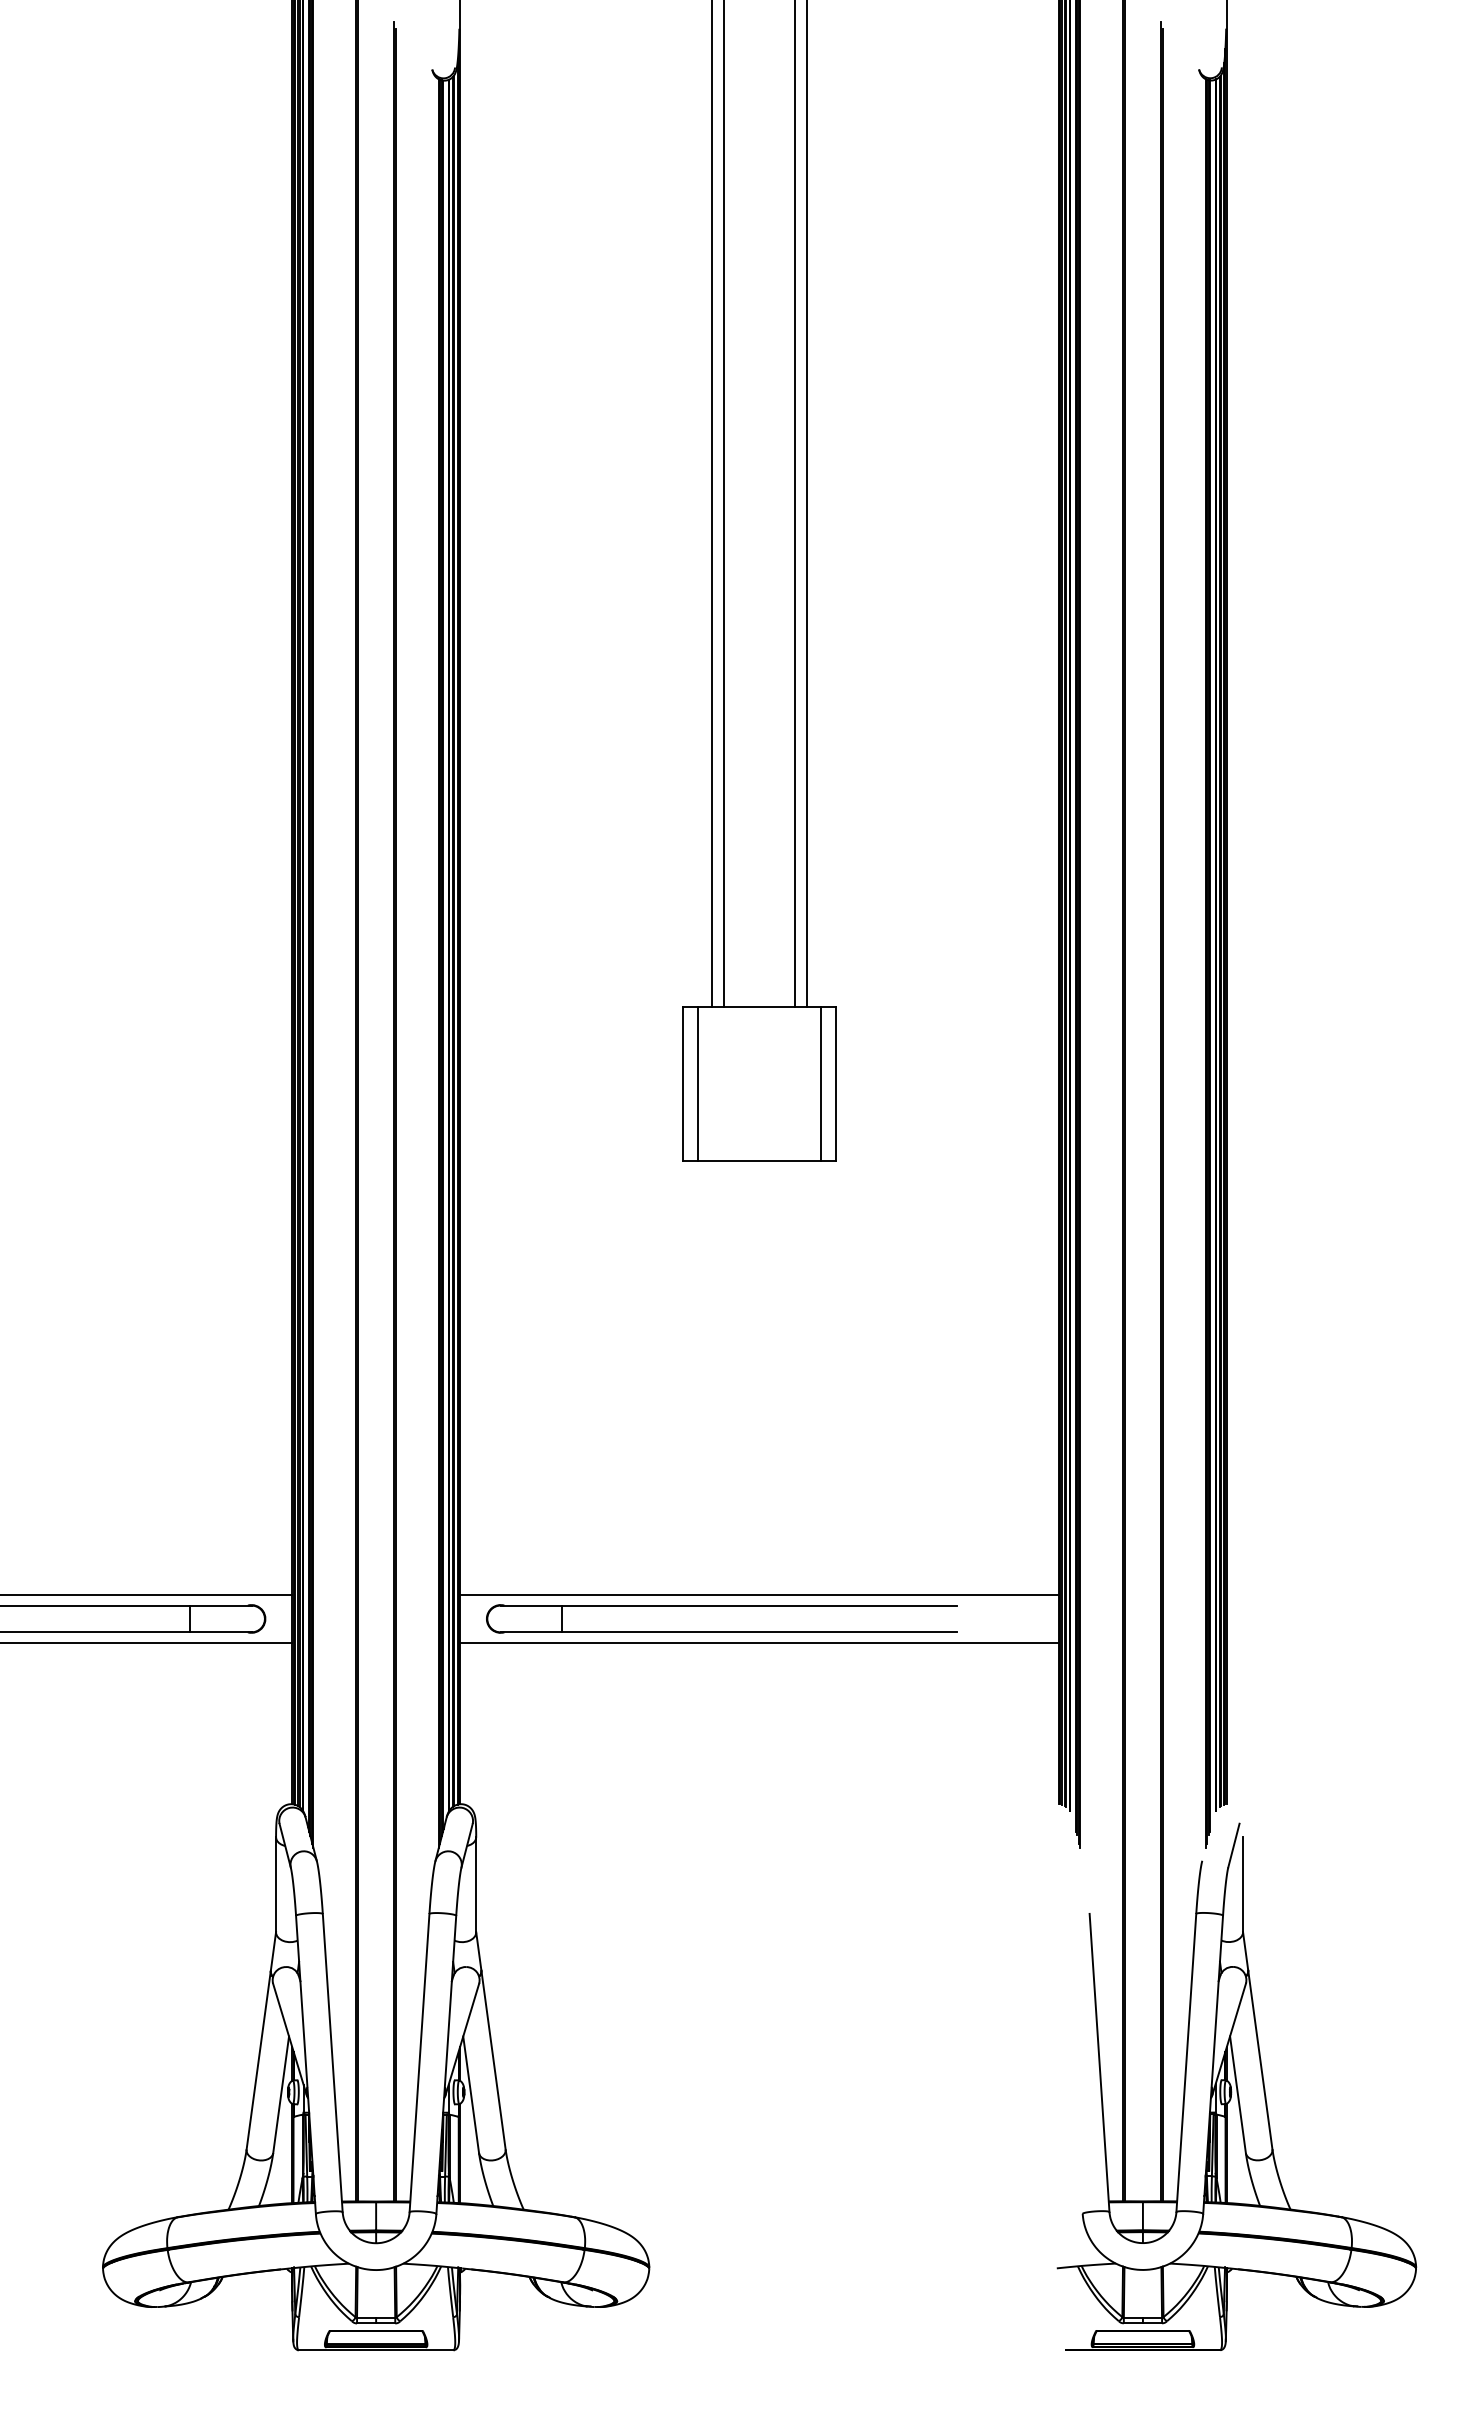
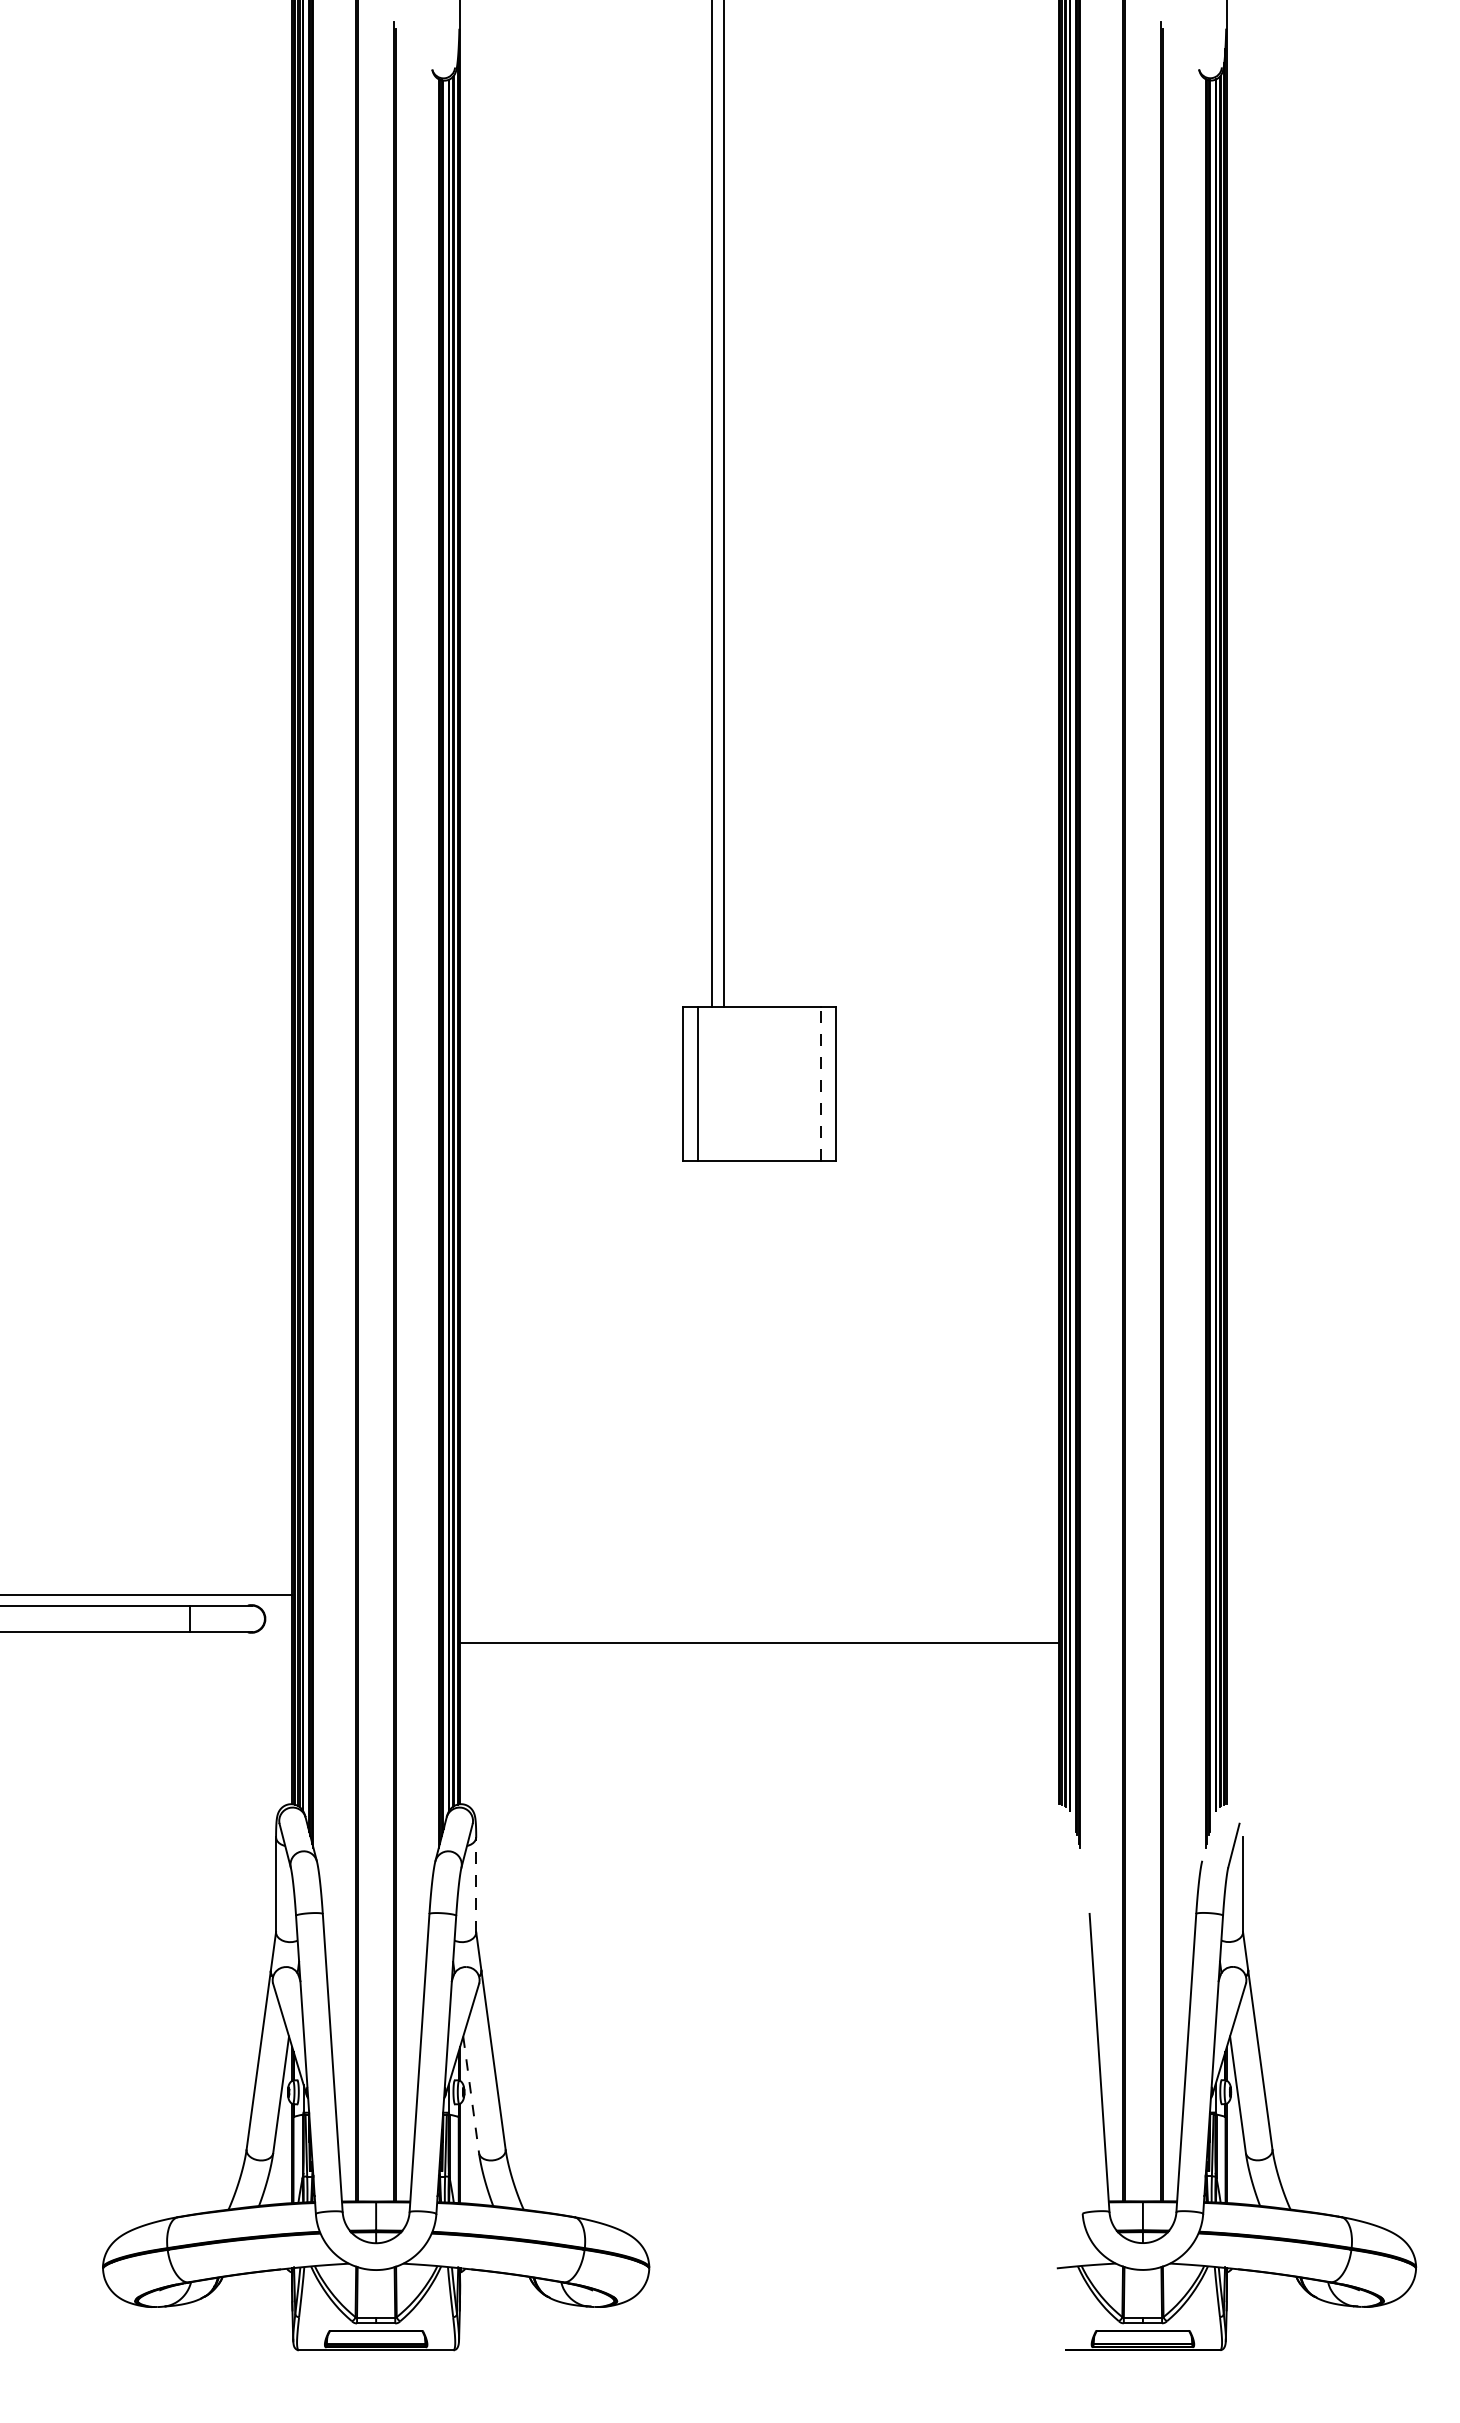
line at (795, 504): present -> none
line at (807, 504): present -> none
line at (820, 1084): solid -> dashed
line at (759, 1595): present -> none
part at (721, 1606): present -> none
line at (147, 1642): present -> none
line at (476, 1884): solid -> dashed
line at (471, 2094): solid -> dashed
